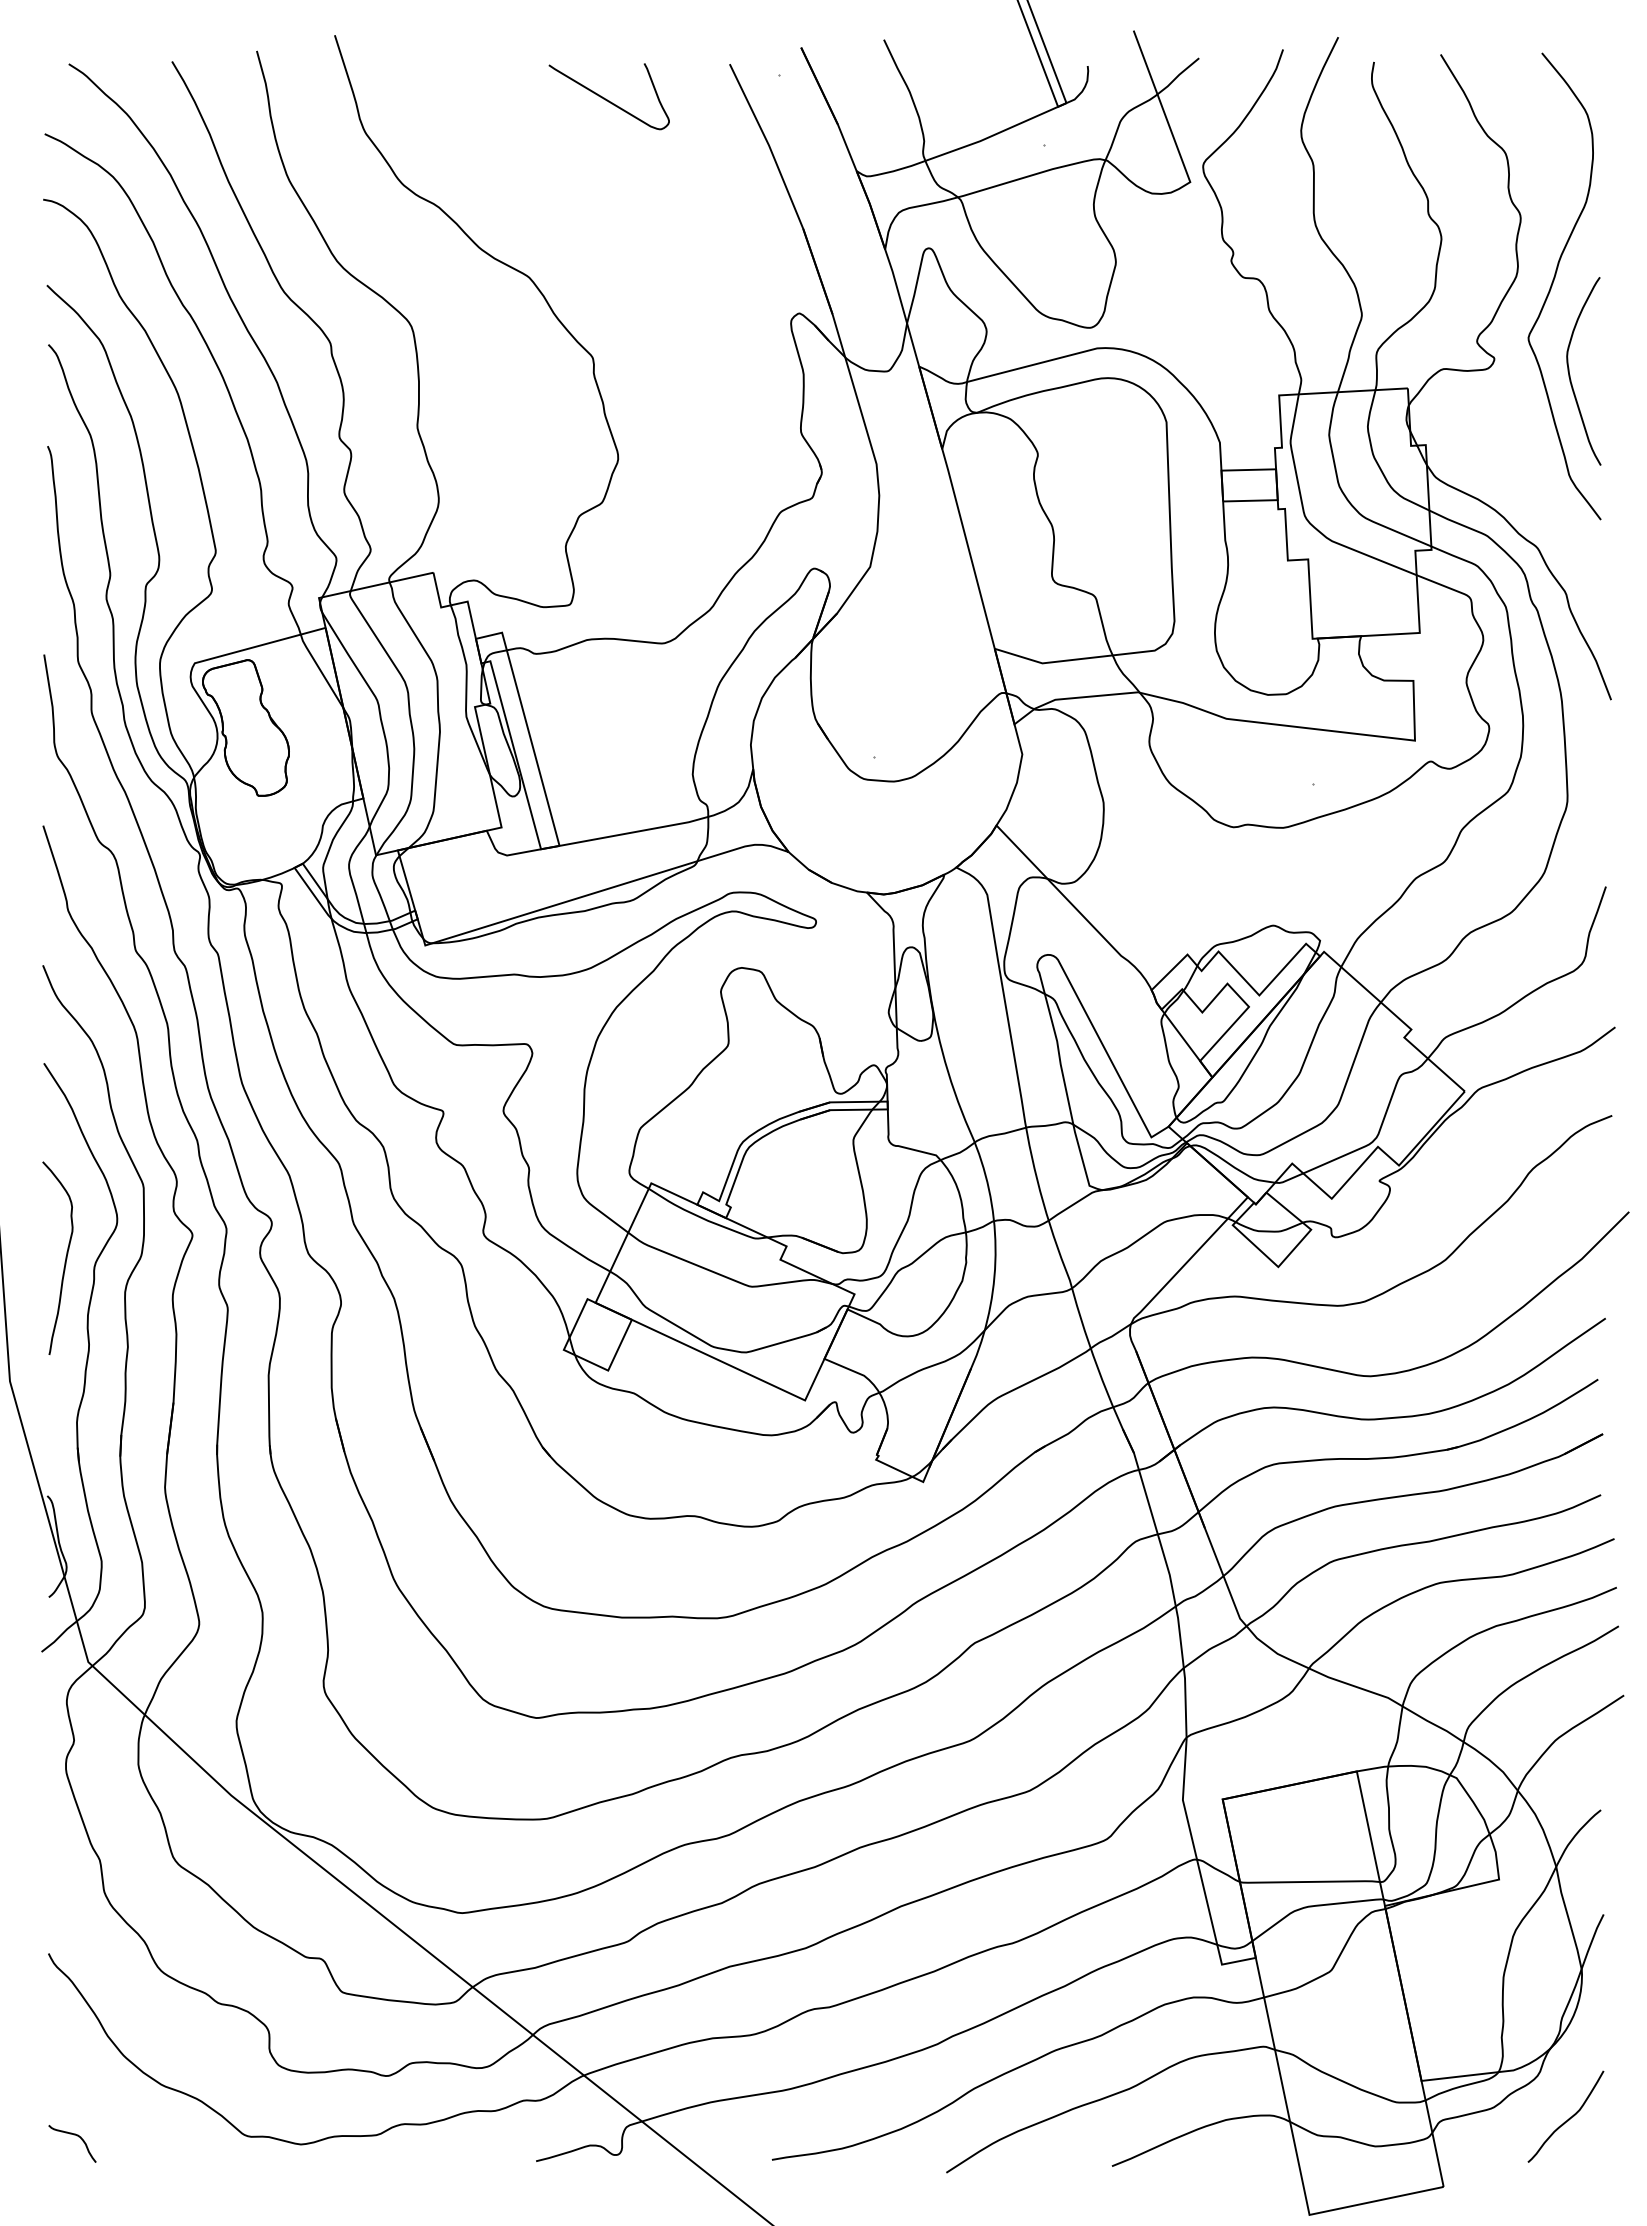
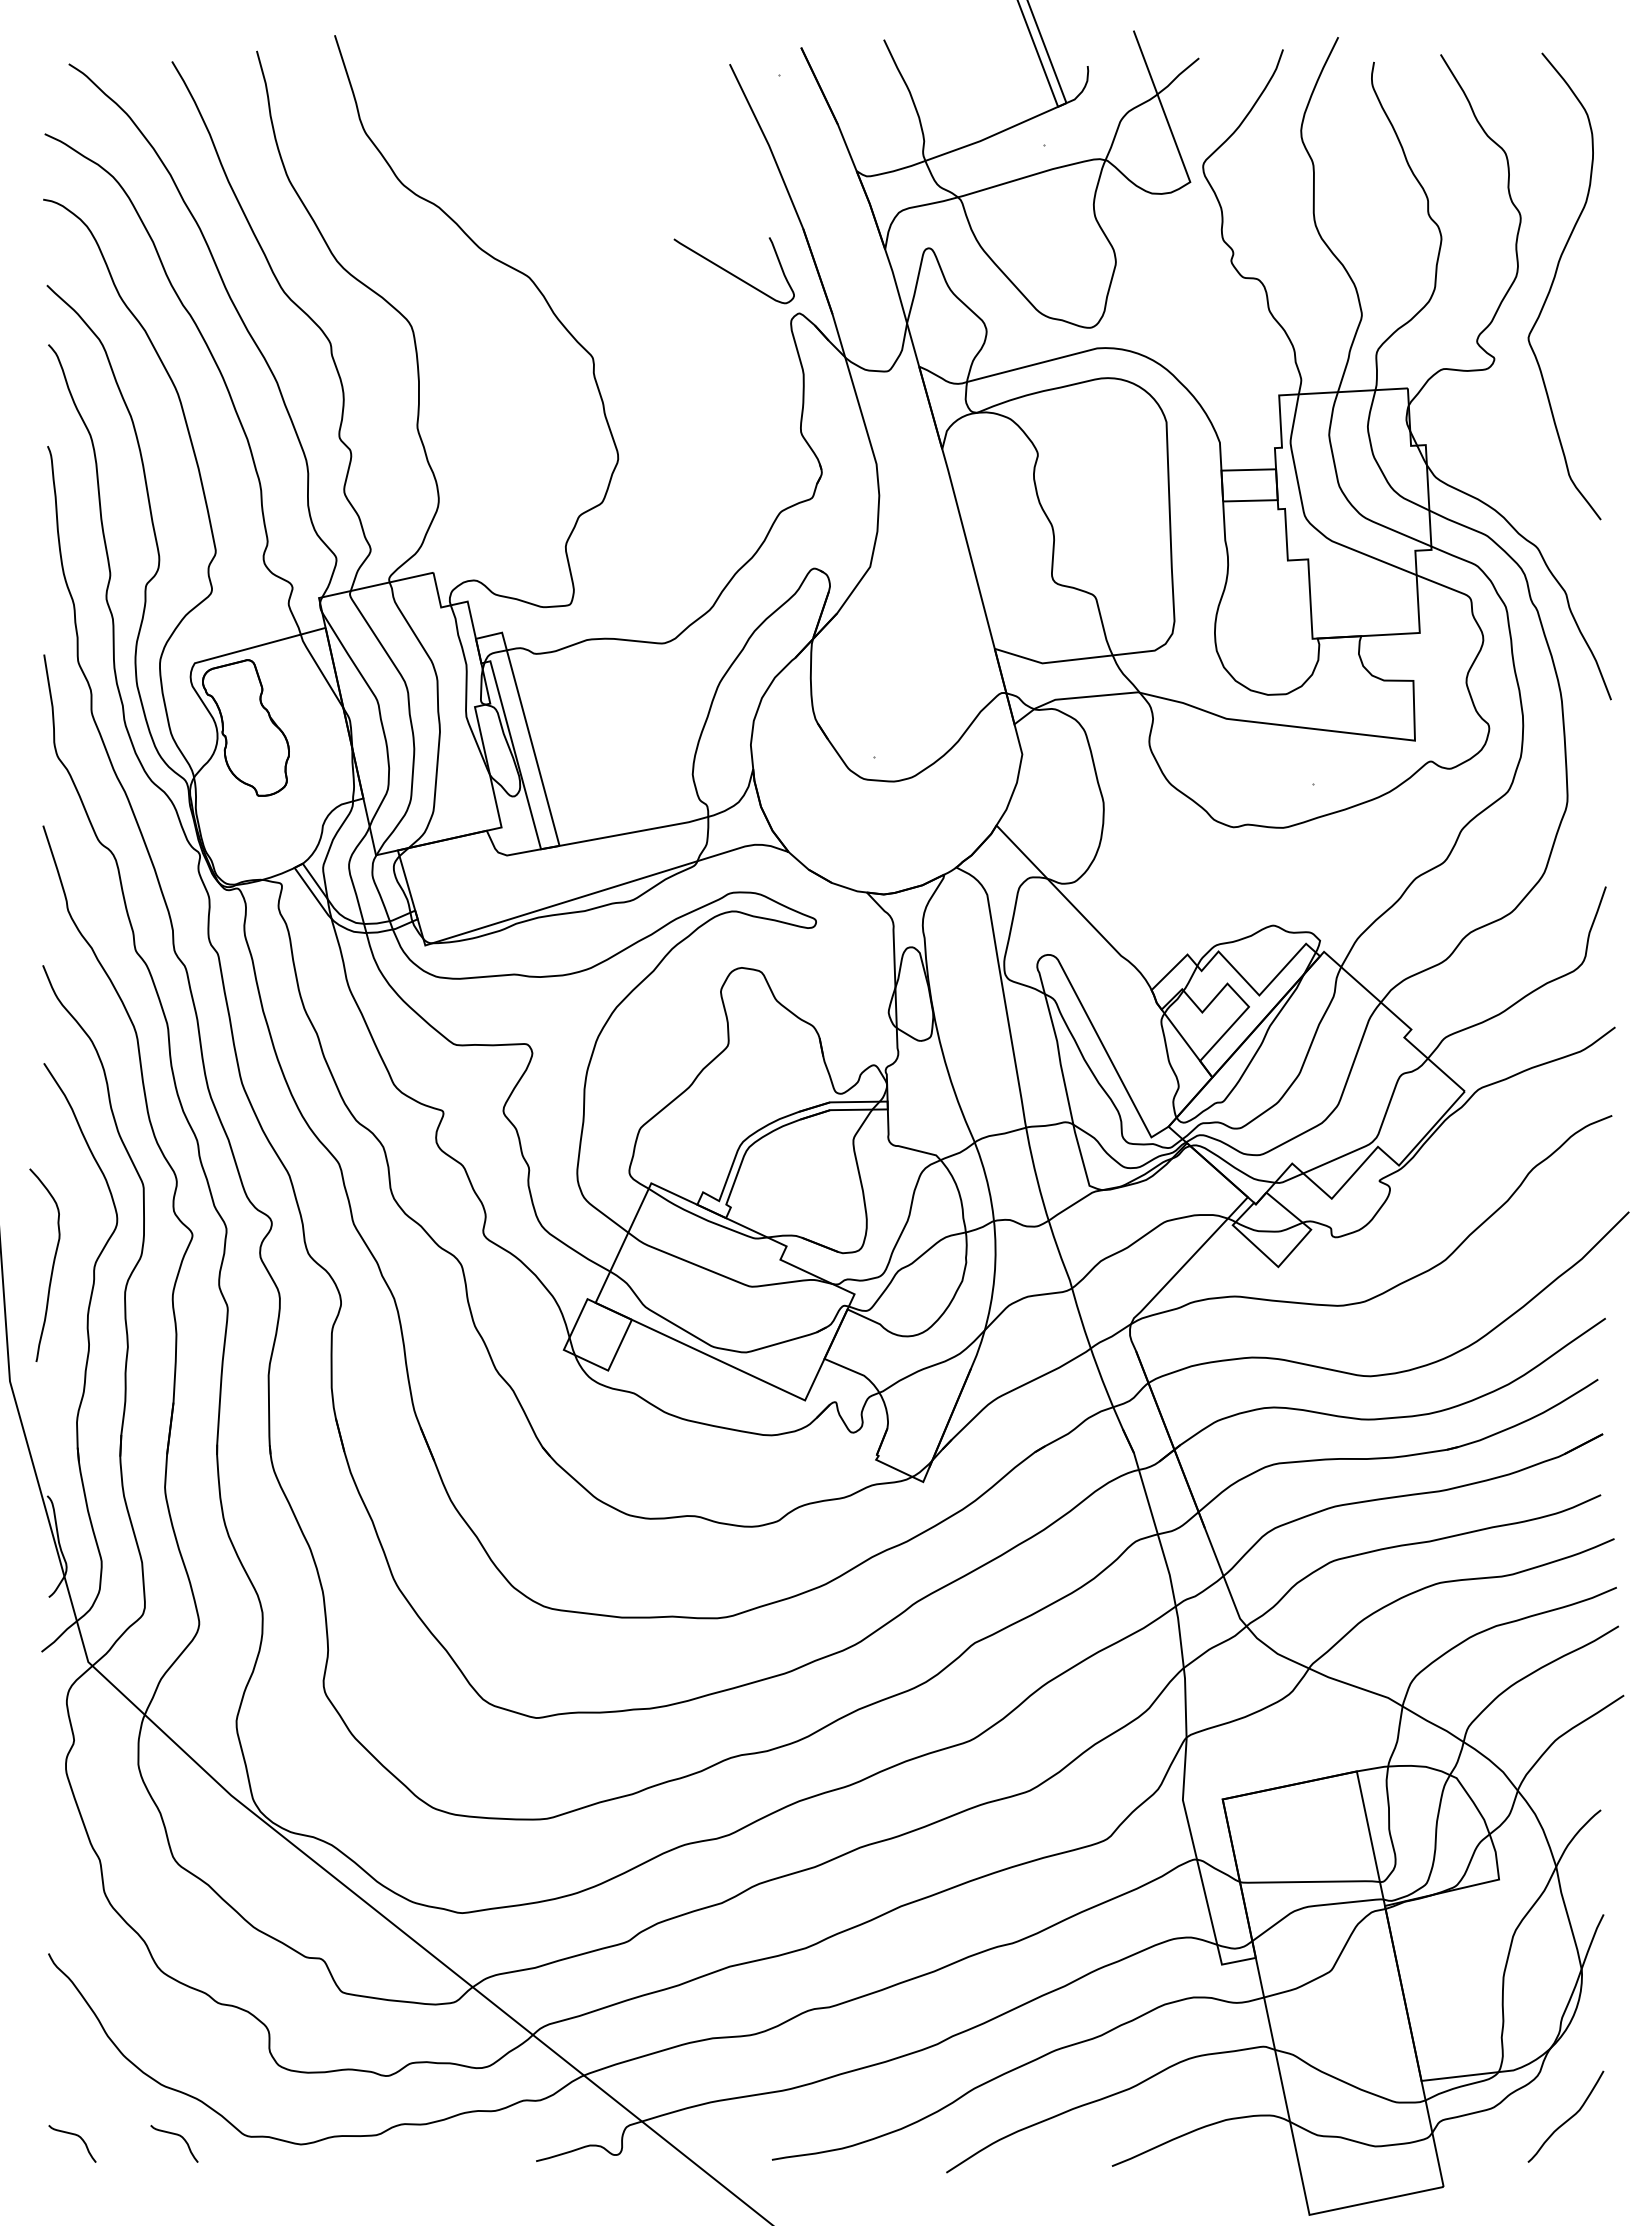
curve at (606, 98) position: (606, 98) -> (731, 272)
curve at (1570, 374): present -> none
curve at (65, 1257) position: (65, 1257) -> (52, 1264)
curve at (175, 2135): none -> present
